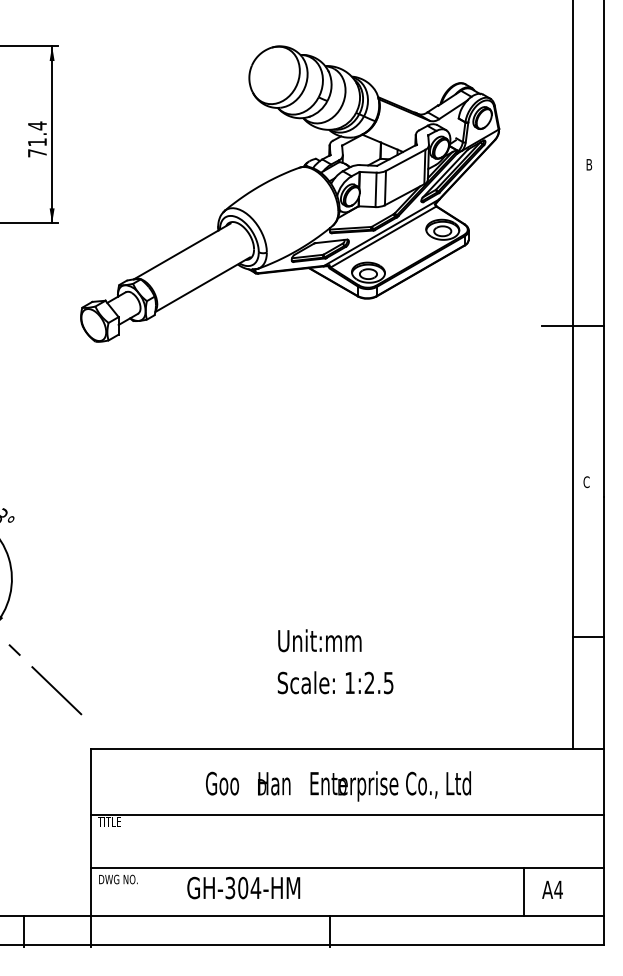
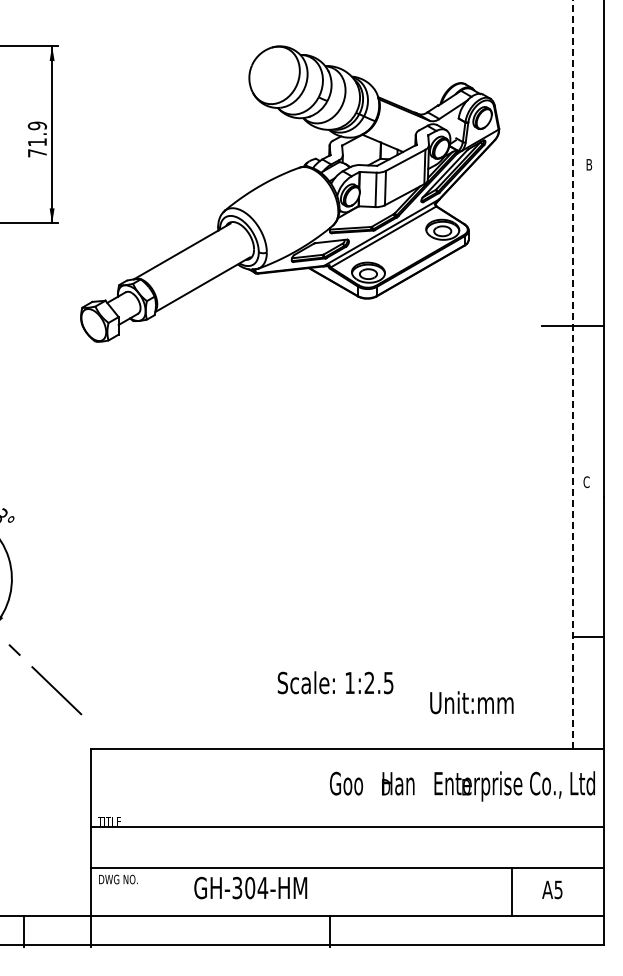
text at (36, 125): 71.4 -> 71.9
line at (573, 374): solid -> dashed
text at (319, 640) position: (319, 640) -> (471, 702)
text at (338, 786) position: (338, 786) -> (462, 786)
line at (347, 814) position: (347, 814) -> (347, 826)
text at (243, 887) position: (243, 887) -> (250, 887)
text at (558, 889): A4 -> A5
line at (523, 891) position: (523, 891) -> (511, 891)
